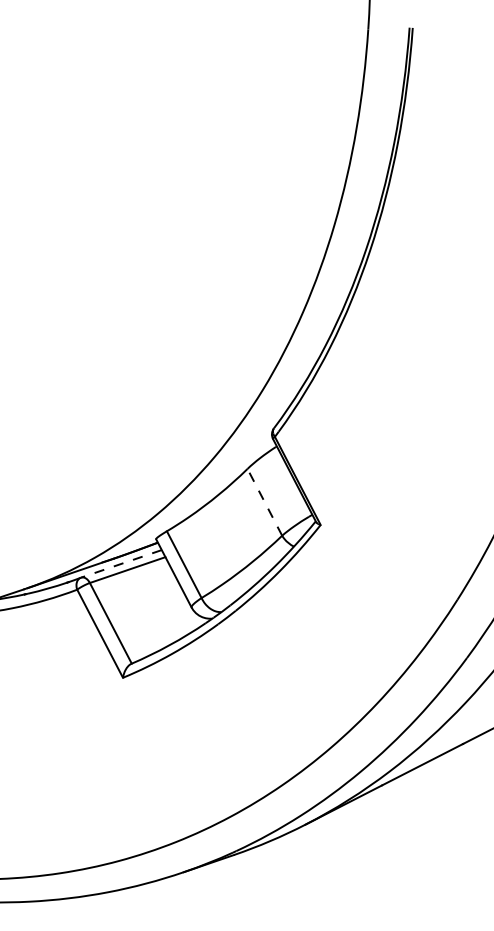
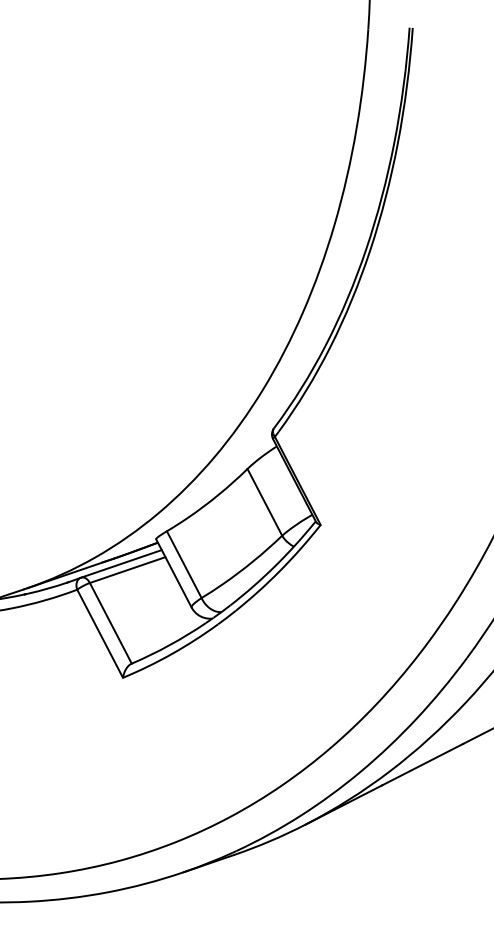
line at (264, 502): dashed -> solid
line at (121, 563): dashed -> solid
